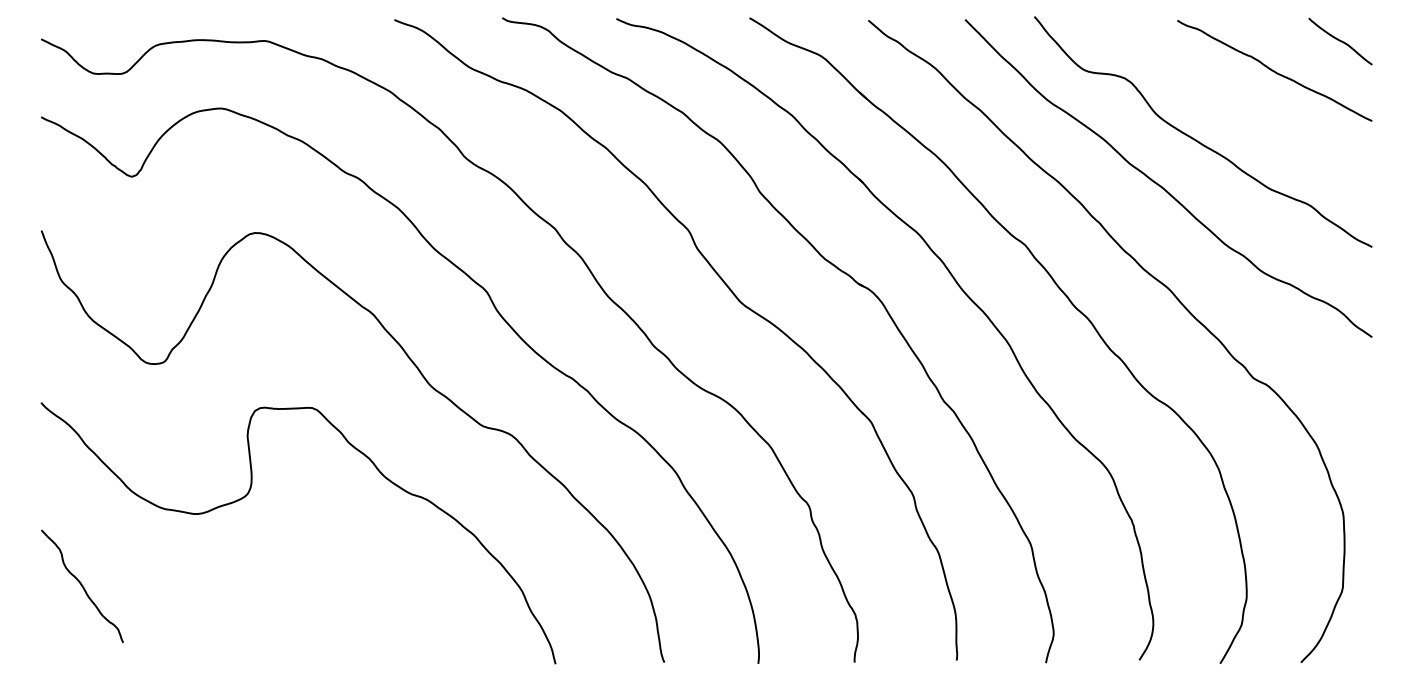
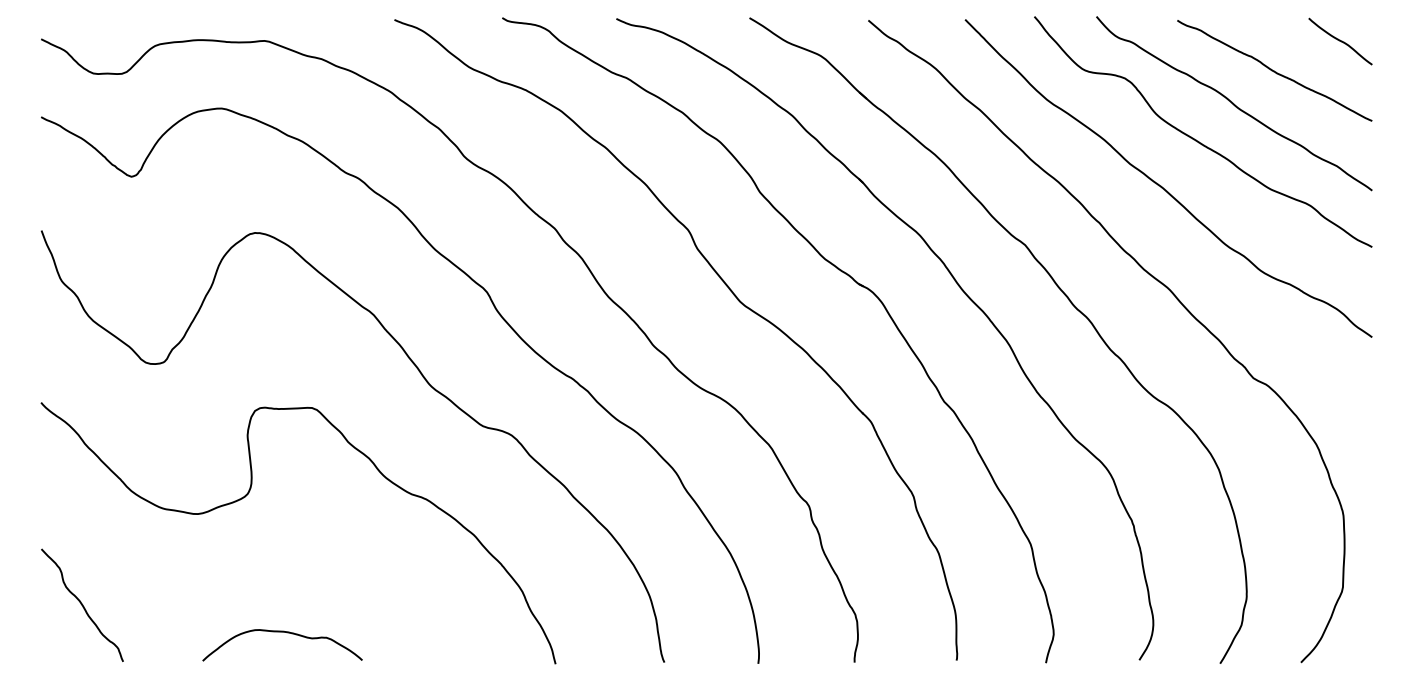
curve at (1234, 103): none -> present
curve at (82, 585) position: (82, 585) -> (82, 604)
curve at (282, 632): none -> present
